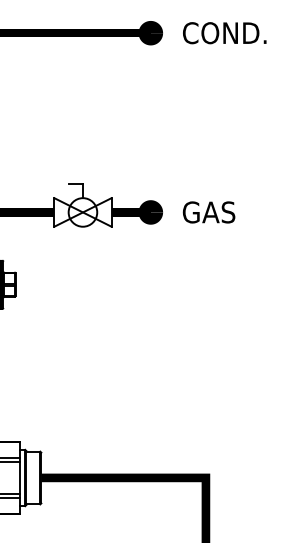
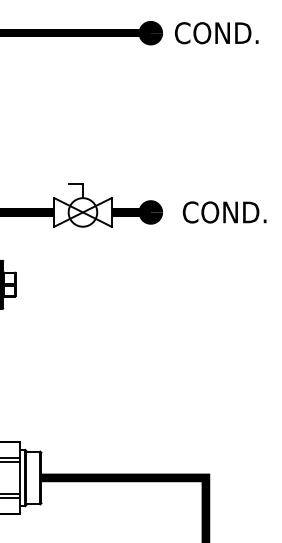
text at (224, 33) position: (224, 33) -> (216, 33)
text at (229, 212): GAS -> COND.
